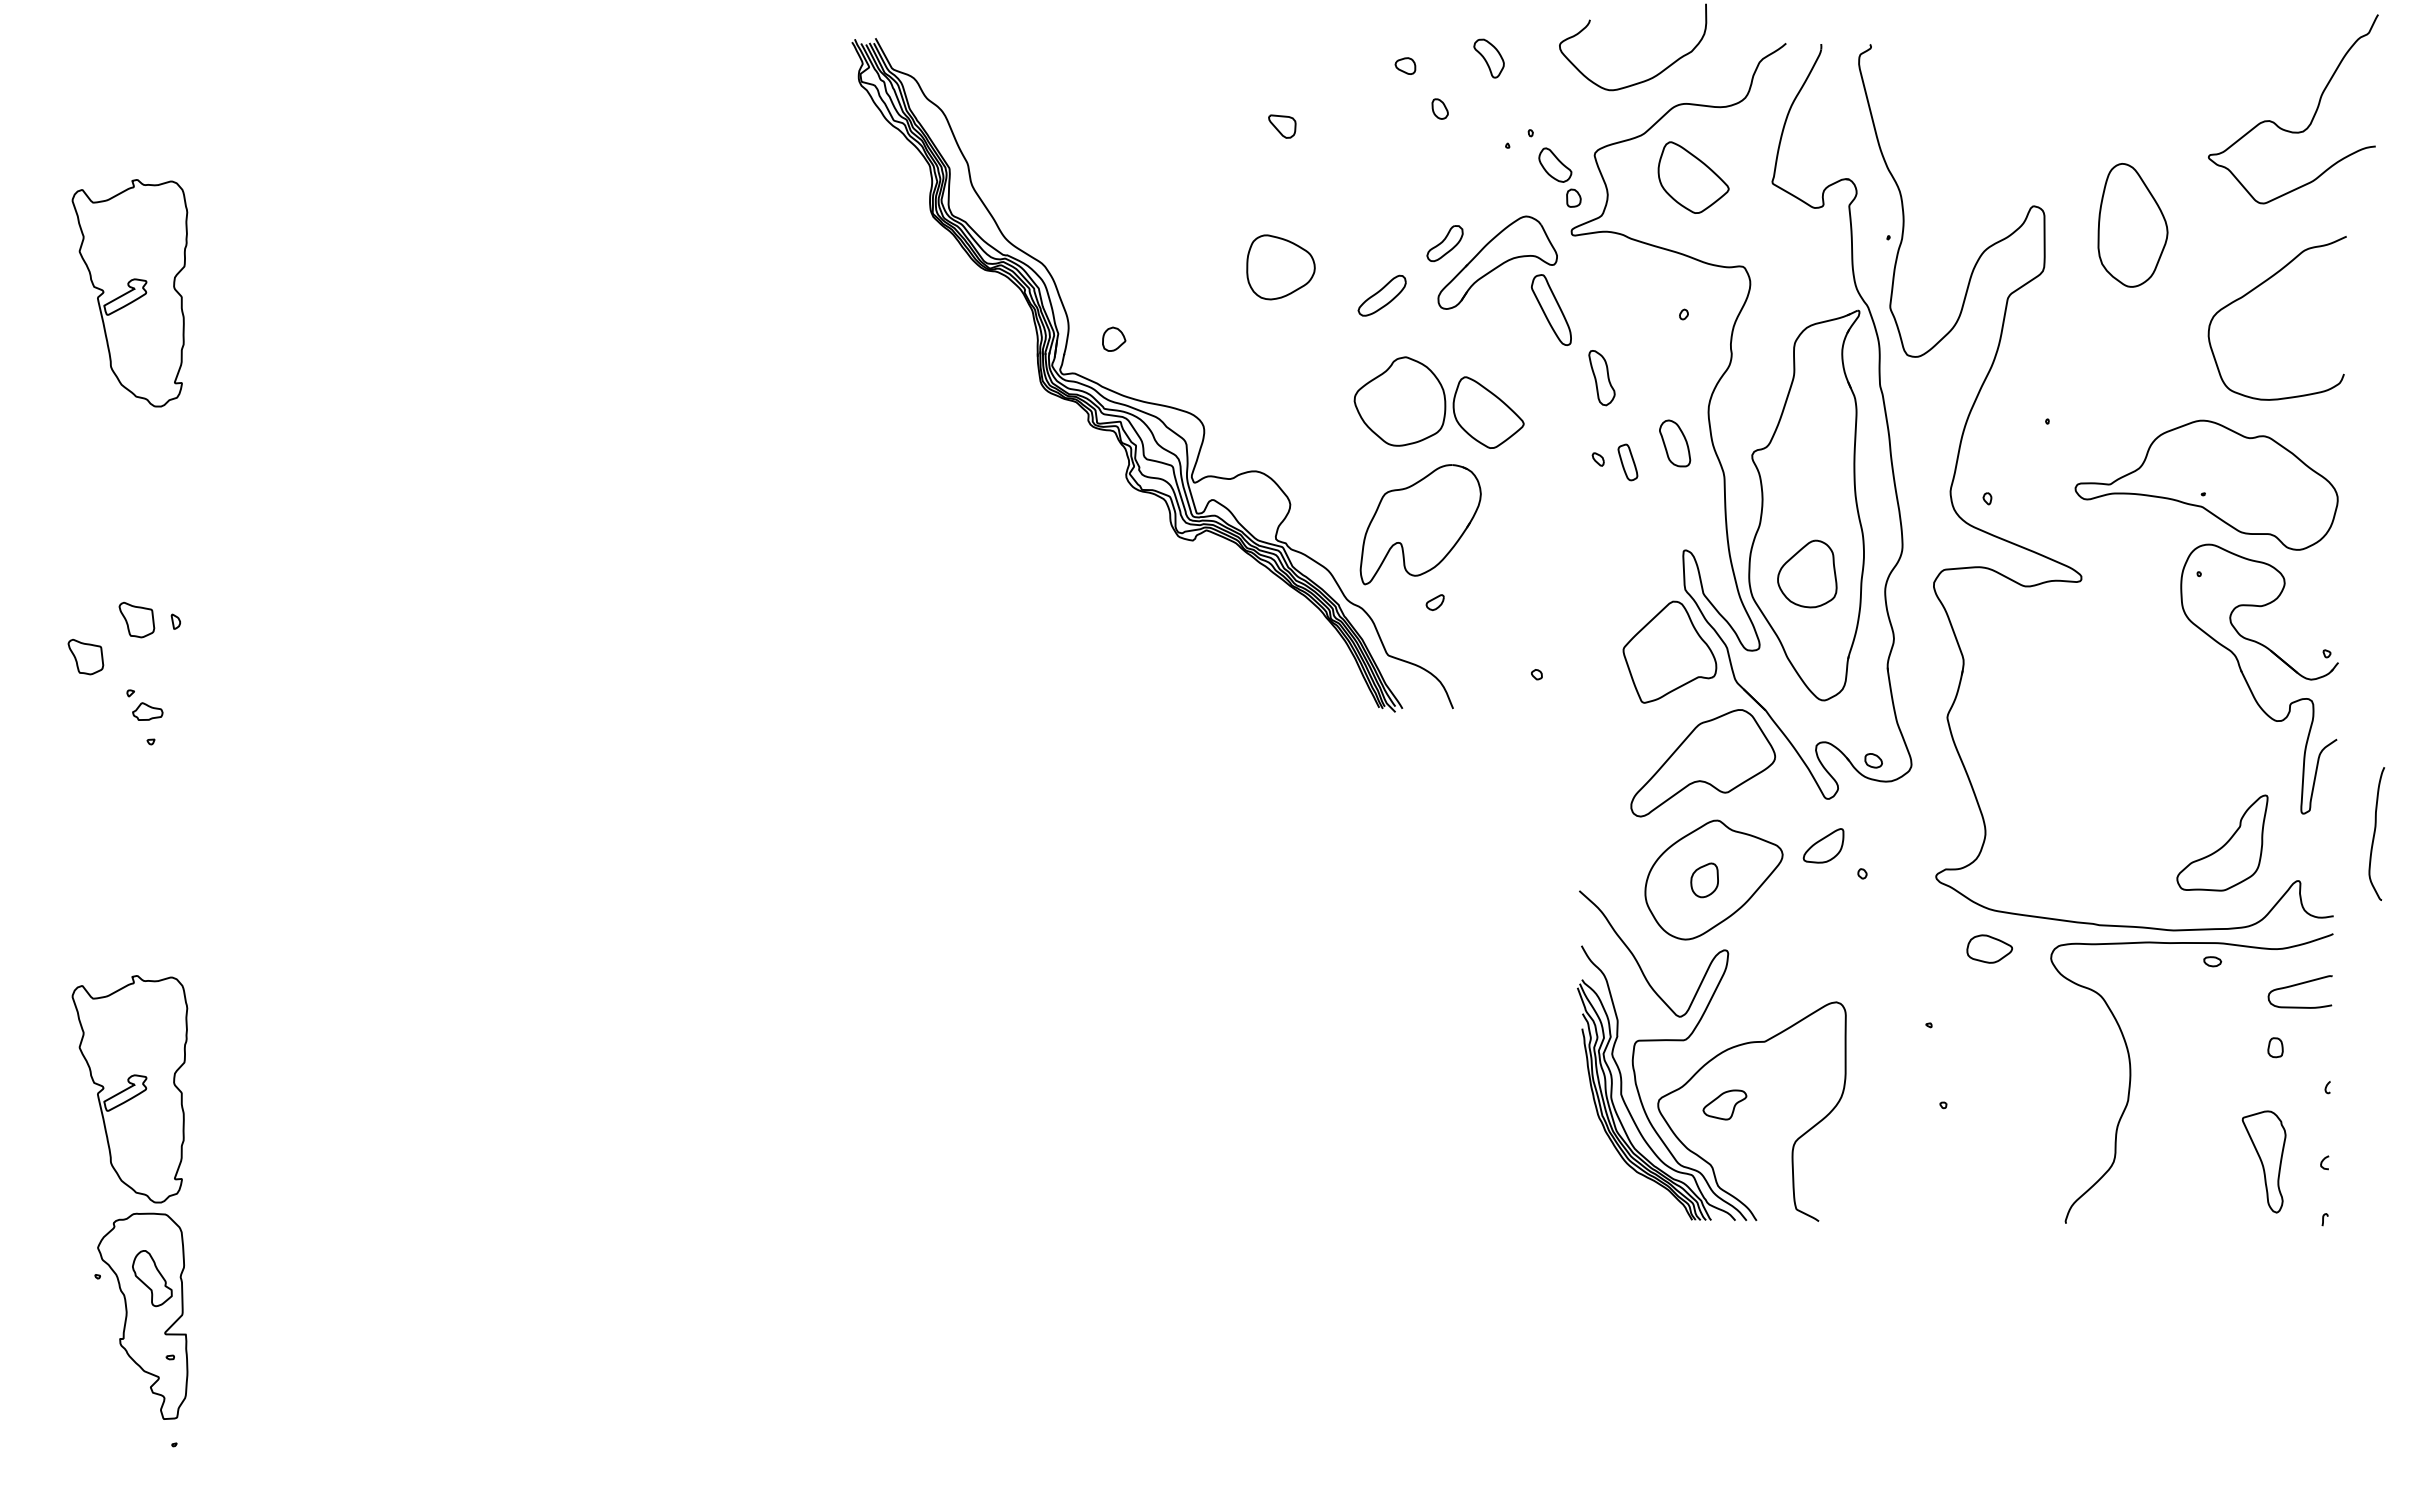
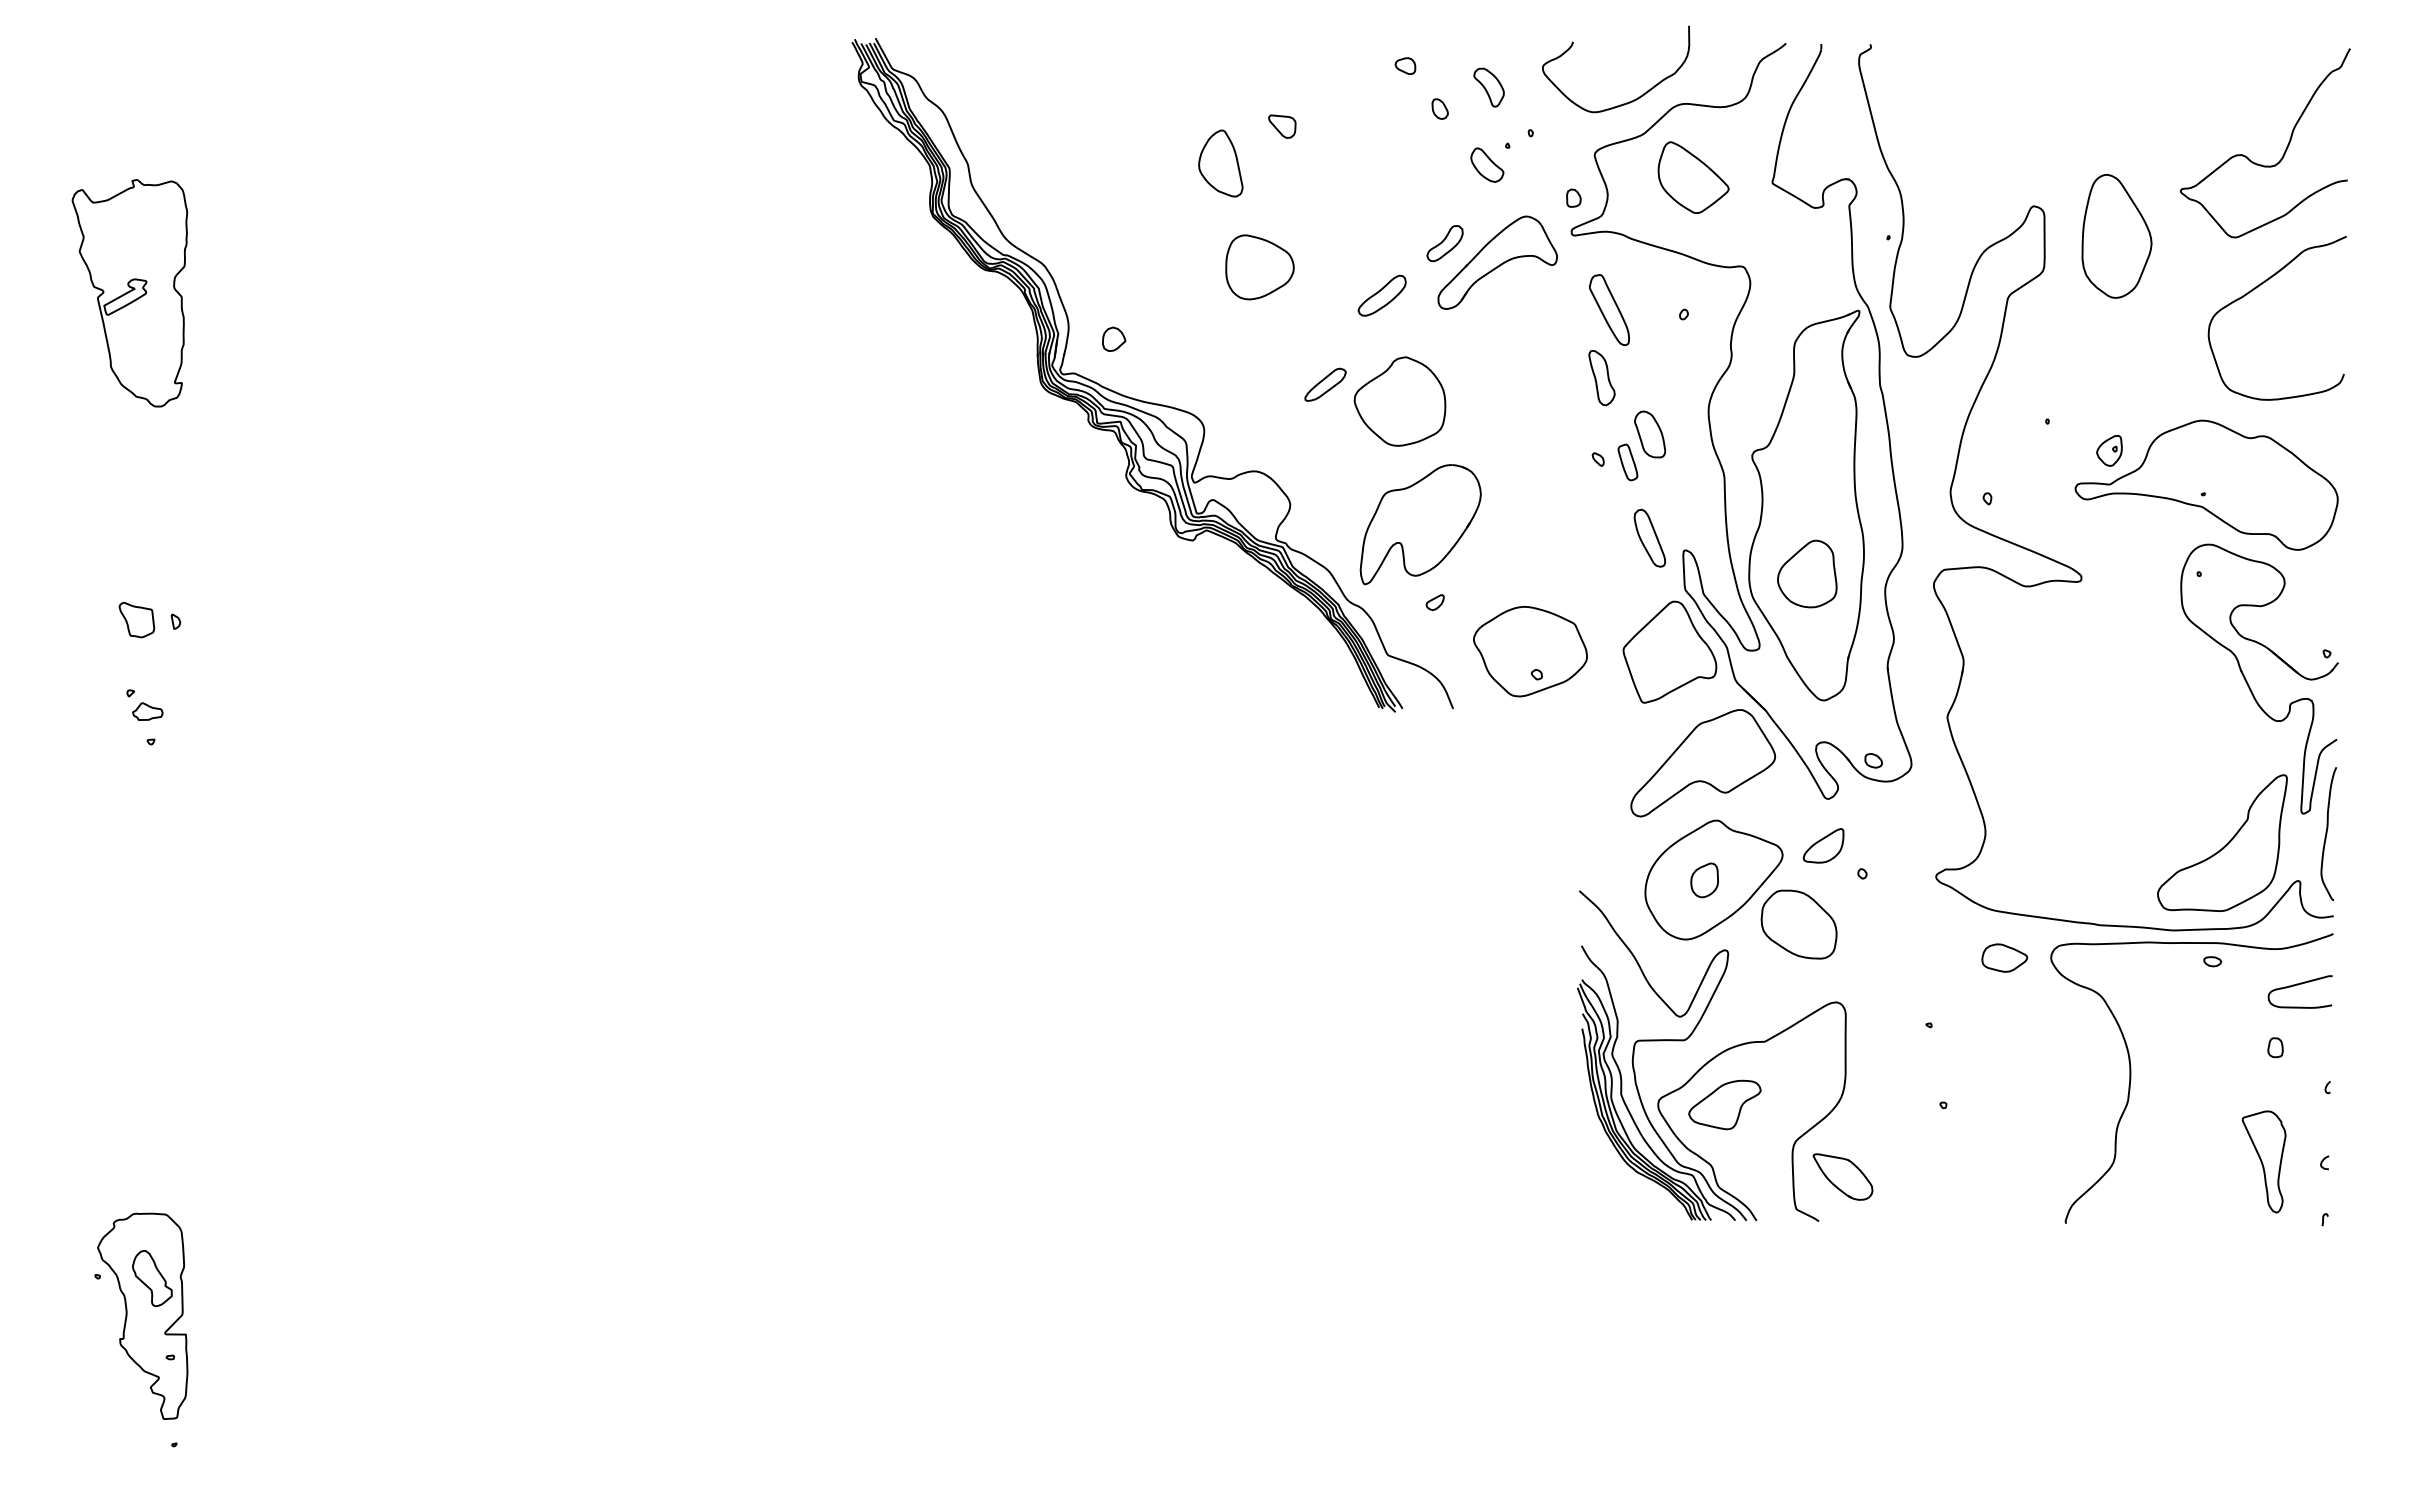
part at (1488, 58) position: (1488, 58) -> (1488, 87)
curve at (1648, 78) position: (1648, 78) -> (1631, 100)
curve at (2311, 119) position: (2311, 119) -> (2283, 153)
part at (1220, 163): none -> present
part at (1555, 164) position: (1555, 164) -> (1487, 164)
part at (2132, 225) position: (2132, 225) -> (2116, 236)
part at (1280, 267) position: (1280, 267) -> (1259, 267)
part at (1550, 309) position: (1550, 309) -> (1608, 309)
part at (1325, 384): none -> present
part at (1488, 412): present -> none
part at (1675, 443) position: (1675, 443) -> (1650, 434)
part at (2109, 450): none -> present
part at (1649, 537): none -> present
part at (1530, 651): none -> present
part at (85, 657): present -> none
curve at (2375, 833) position: (2375, 833) -> (2327, 833)
part at (2222, 842) size: 93x98 px -> 131x138 px
part at (1798, 924): none -> present
part at (1989, 948) position: (1989, 948) -> (2004, 957)
part at (129, 1089): present -> none
part at (1724, 1104) size: 46x32 px -> 74x52 px
part at (1842, 1176): none -> present
